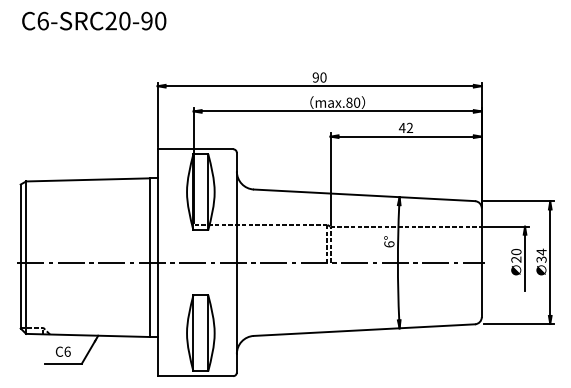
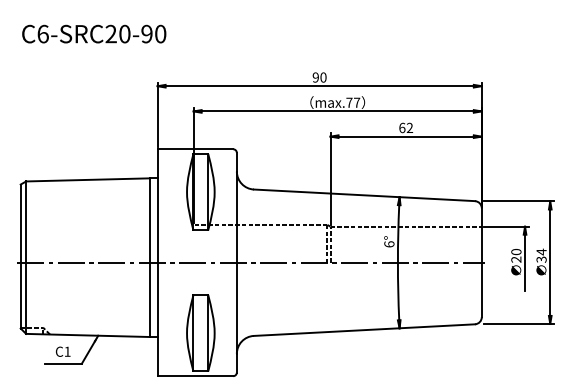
text at (94, 20) position: (94, 20) -> (94, 33)
text at (353, 102): max.80 -> max.77
text at (401, 127): 42 -> 62
text at (67, 351): C6 -> C1
